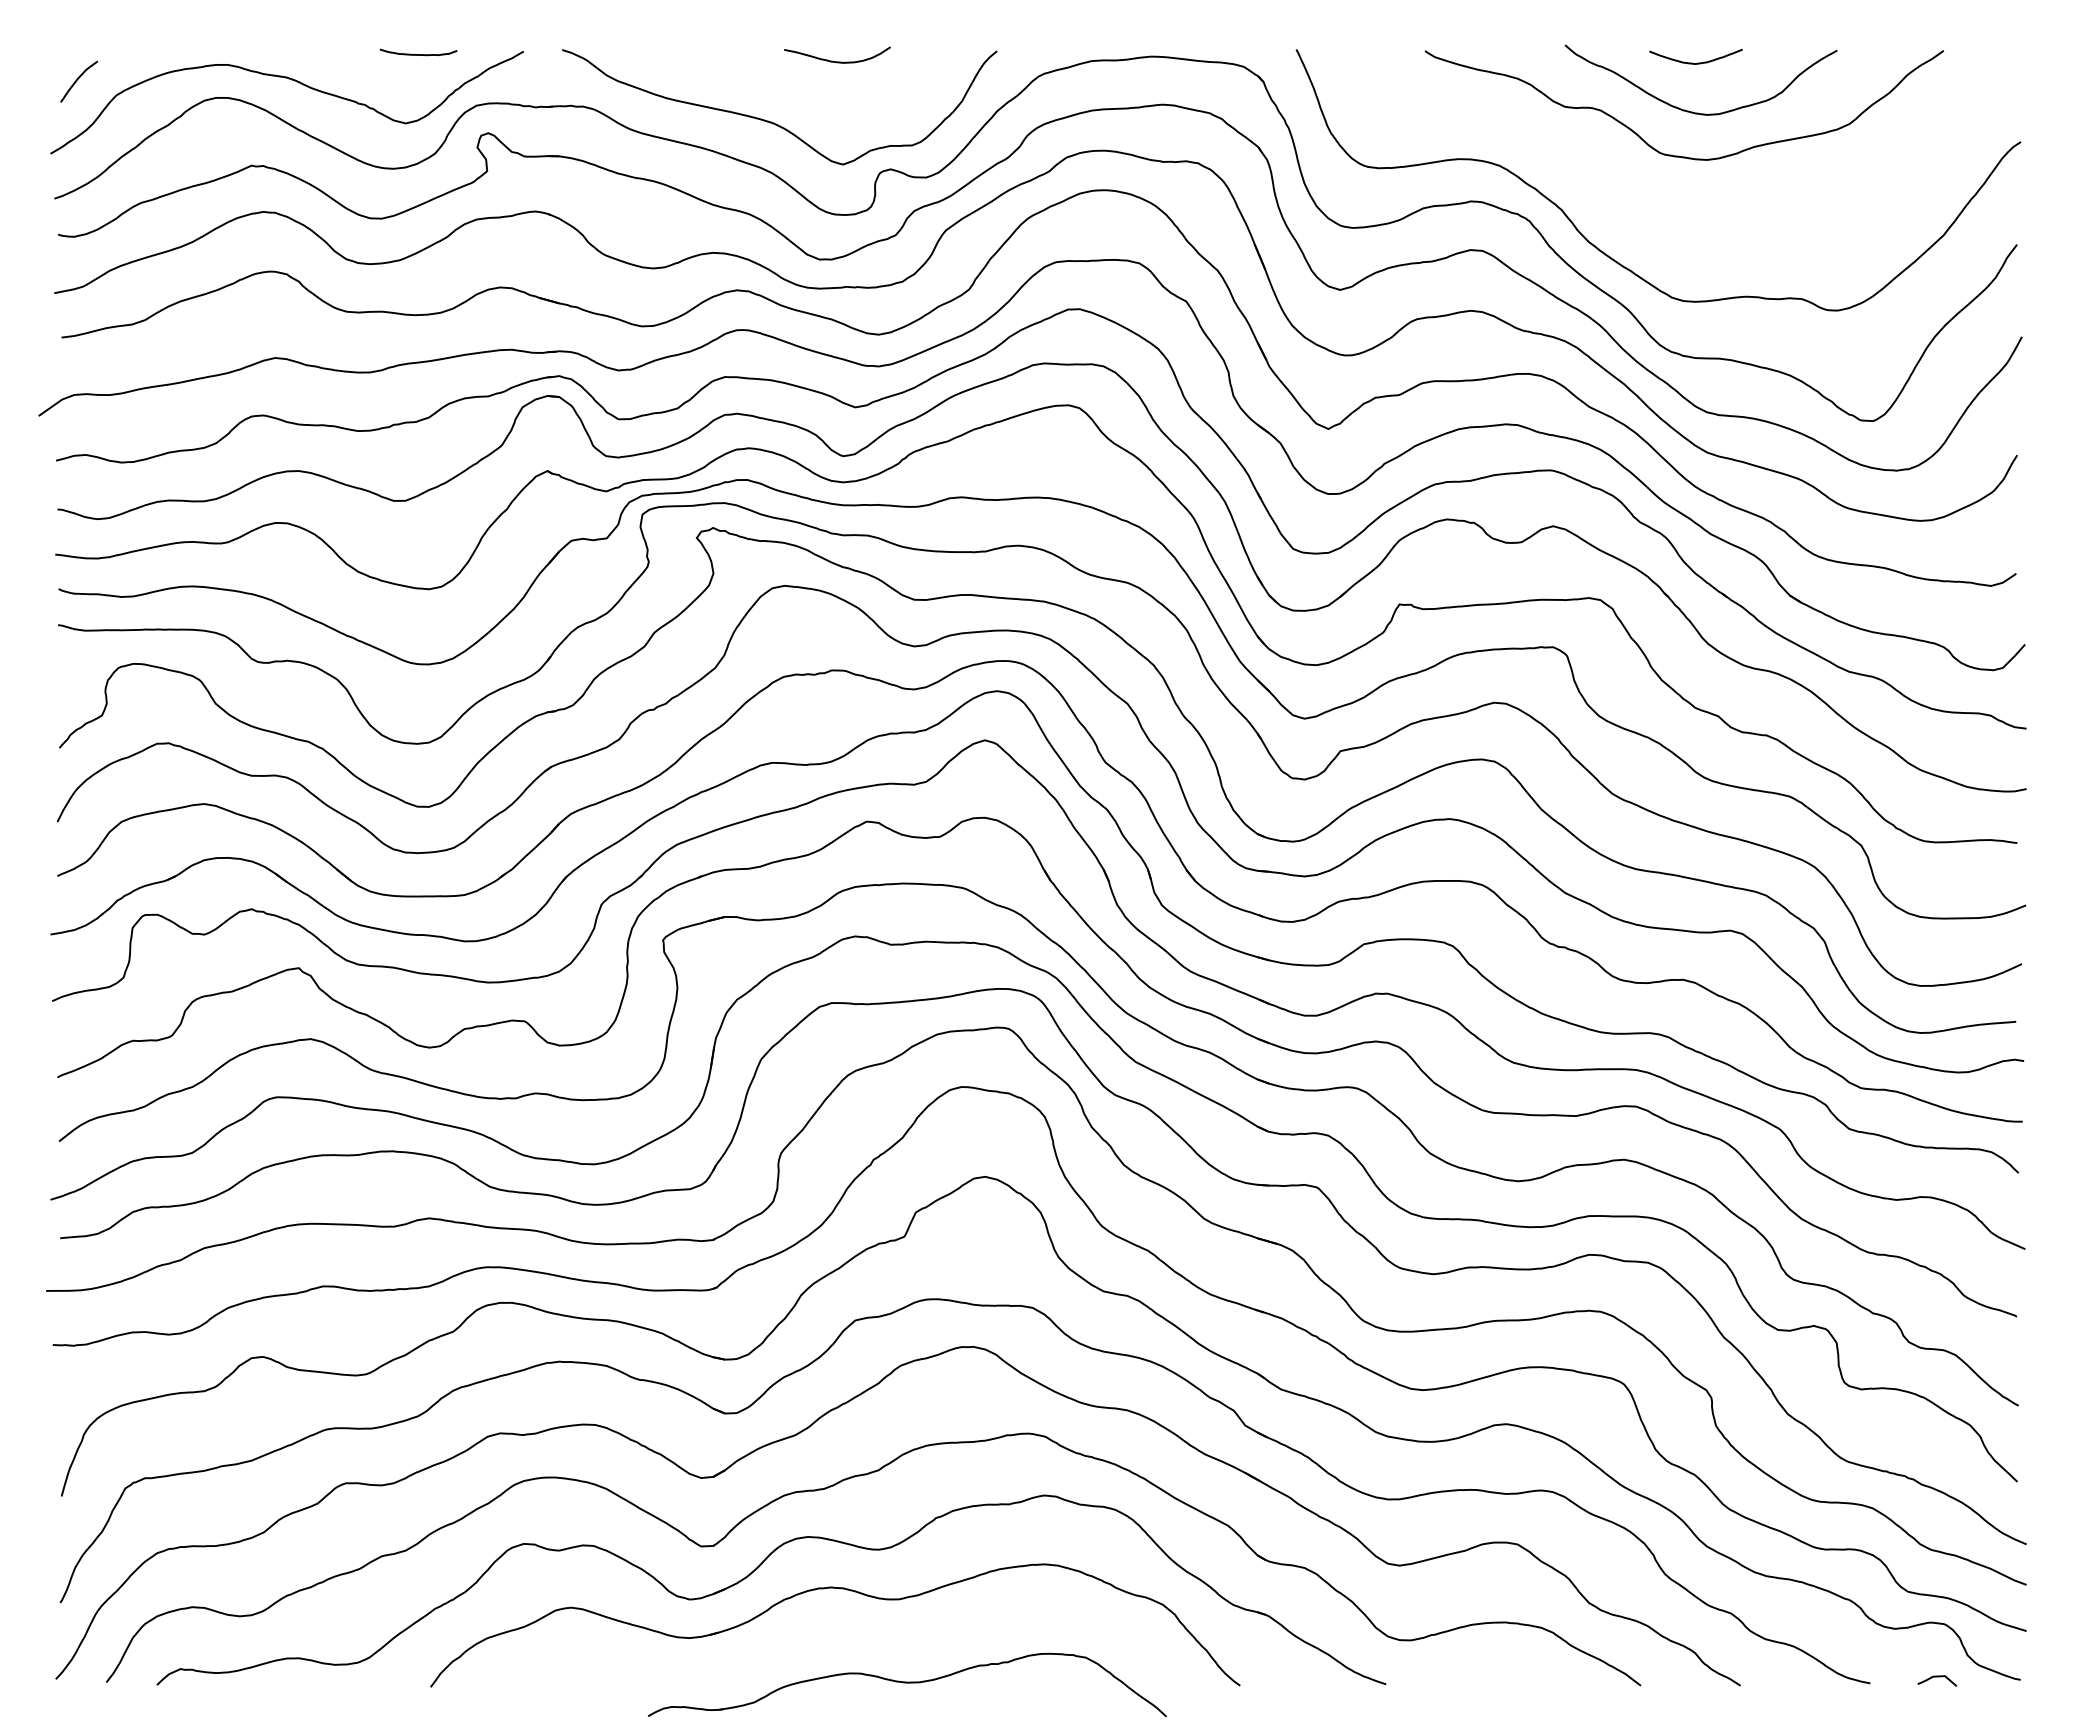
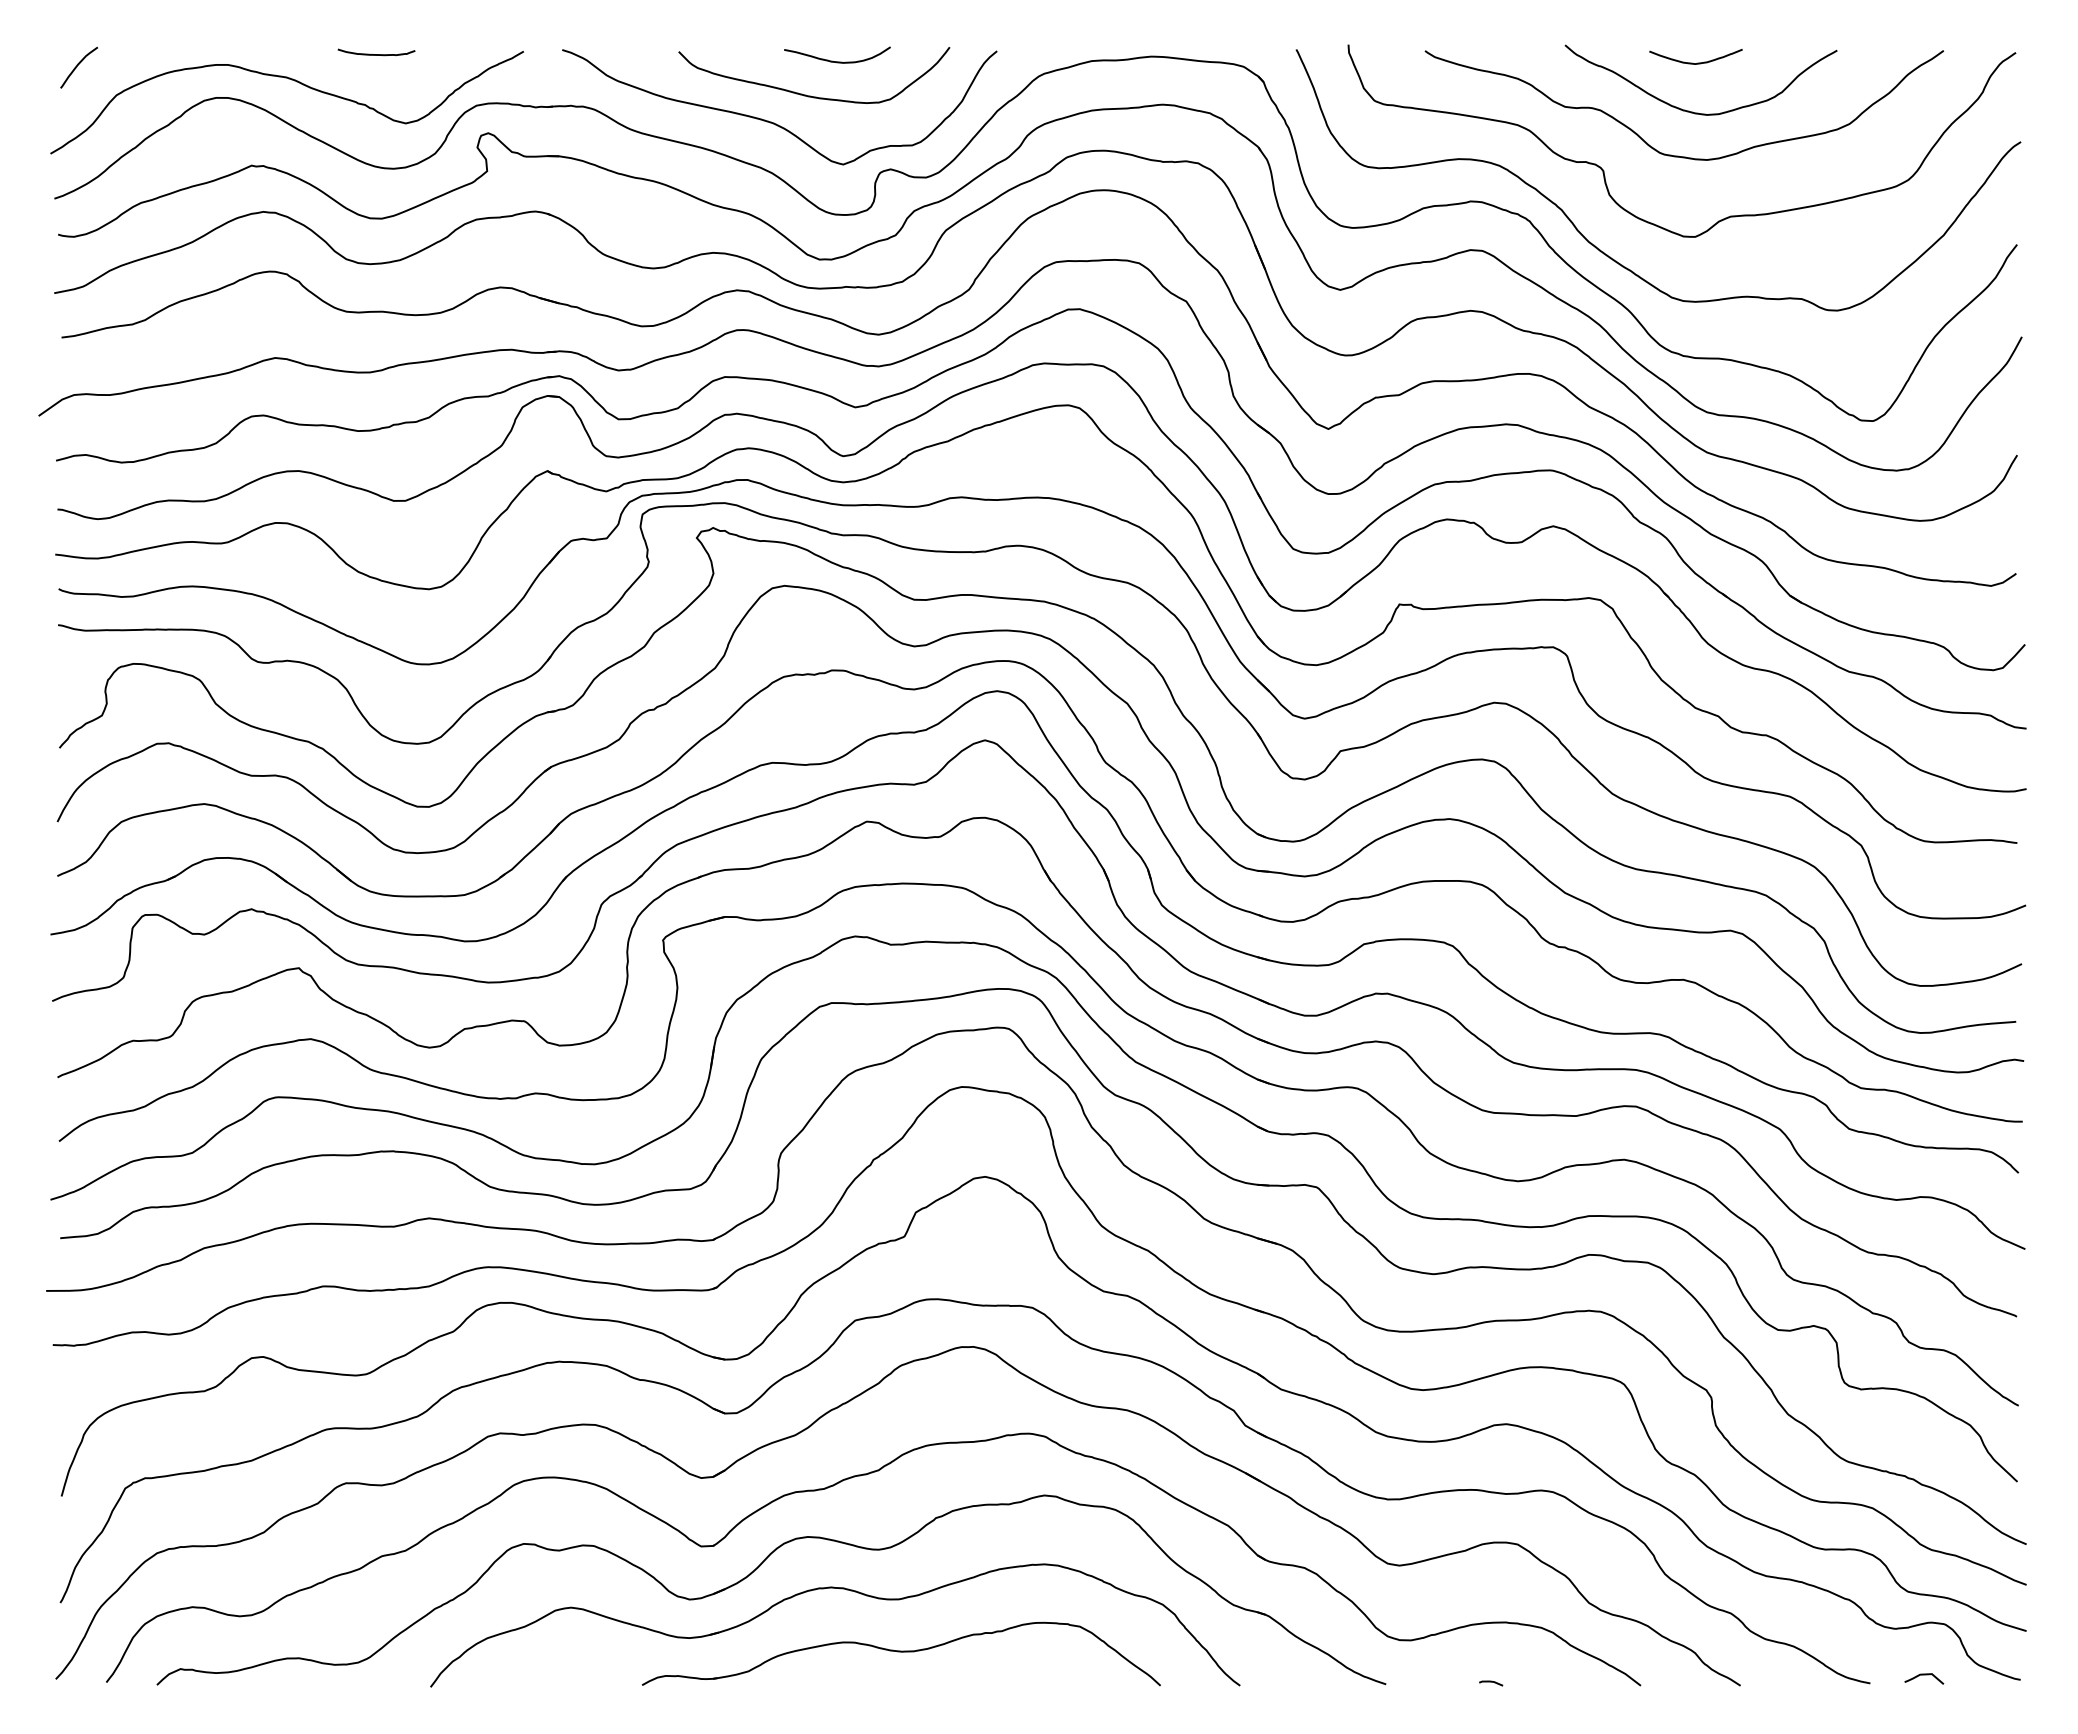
curve at (418, 54) position: (418, 54) -> (376, 54)
curve at (77, 80) position: (77, 80) -> (77, 66)
curve at (810, 95): none -> present
curve at (1604, 170): none -> present
curve at (1937, 1677) position: (1937, 1677) -> (1924, 1675)
line at (1491, 1682): none -> present
part at (907, 1684) position: (907, 1684) -> (901, 1653)
